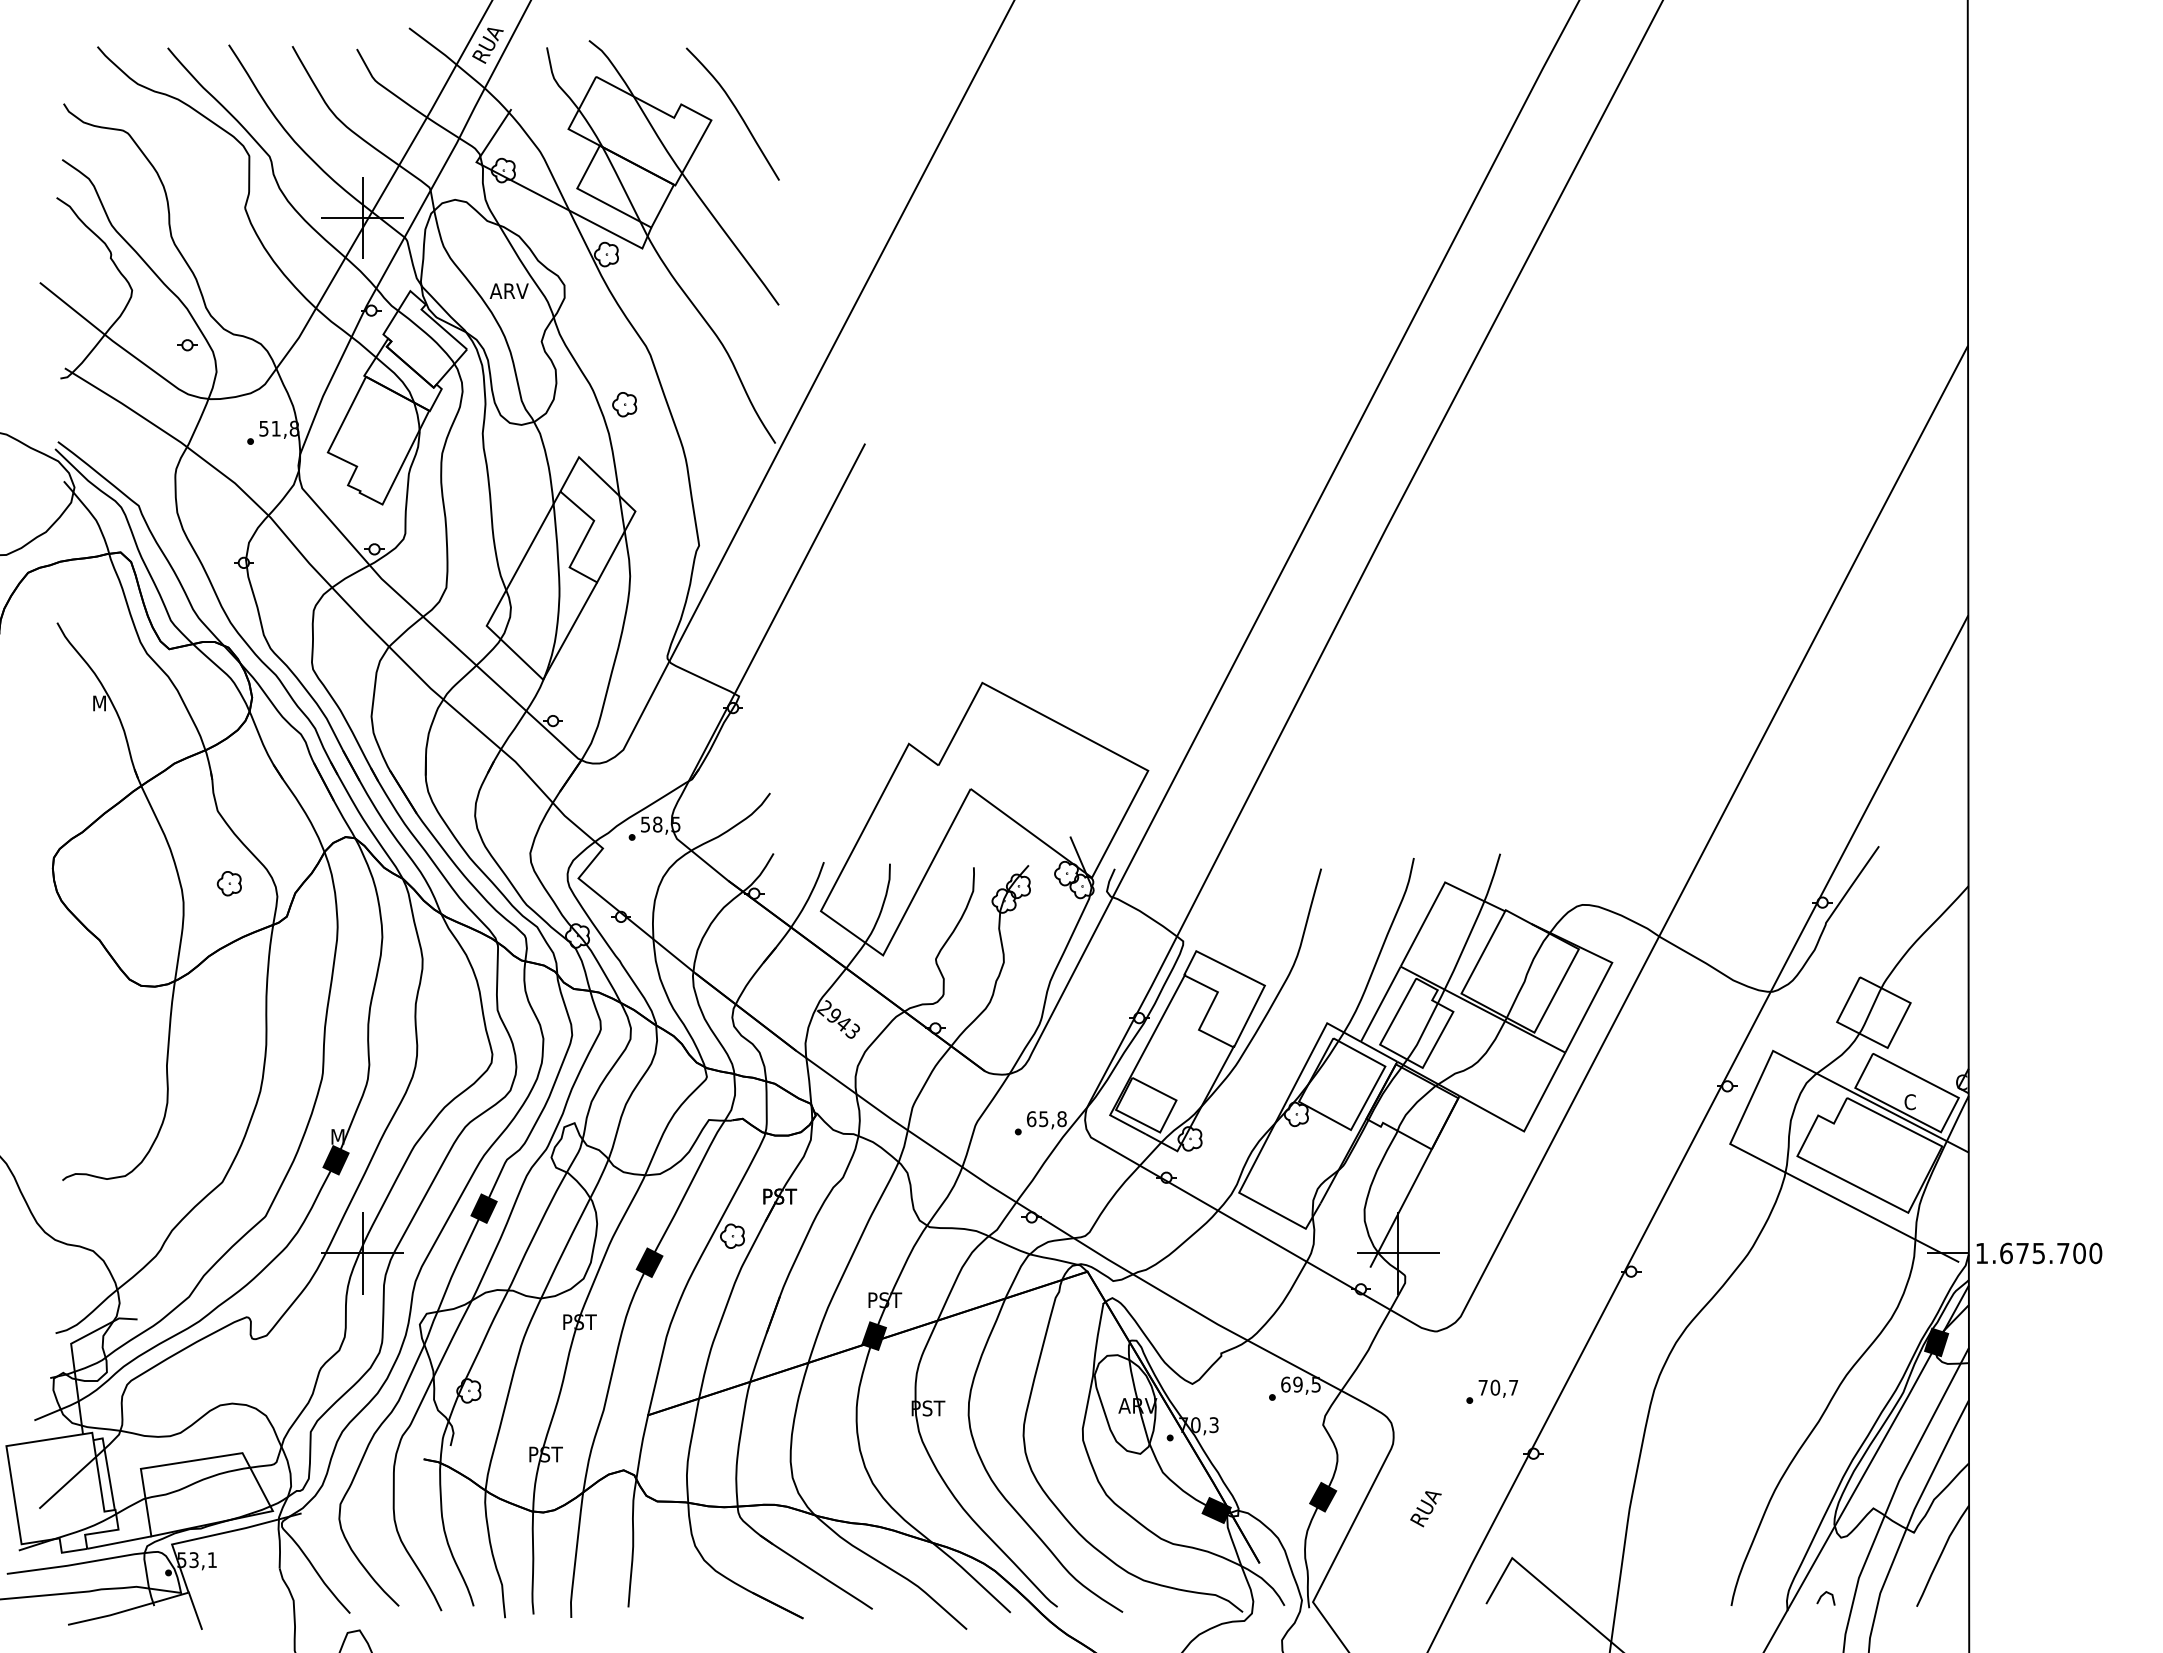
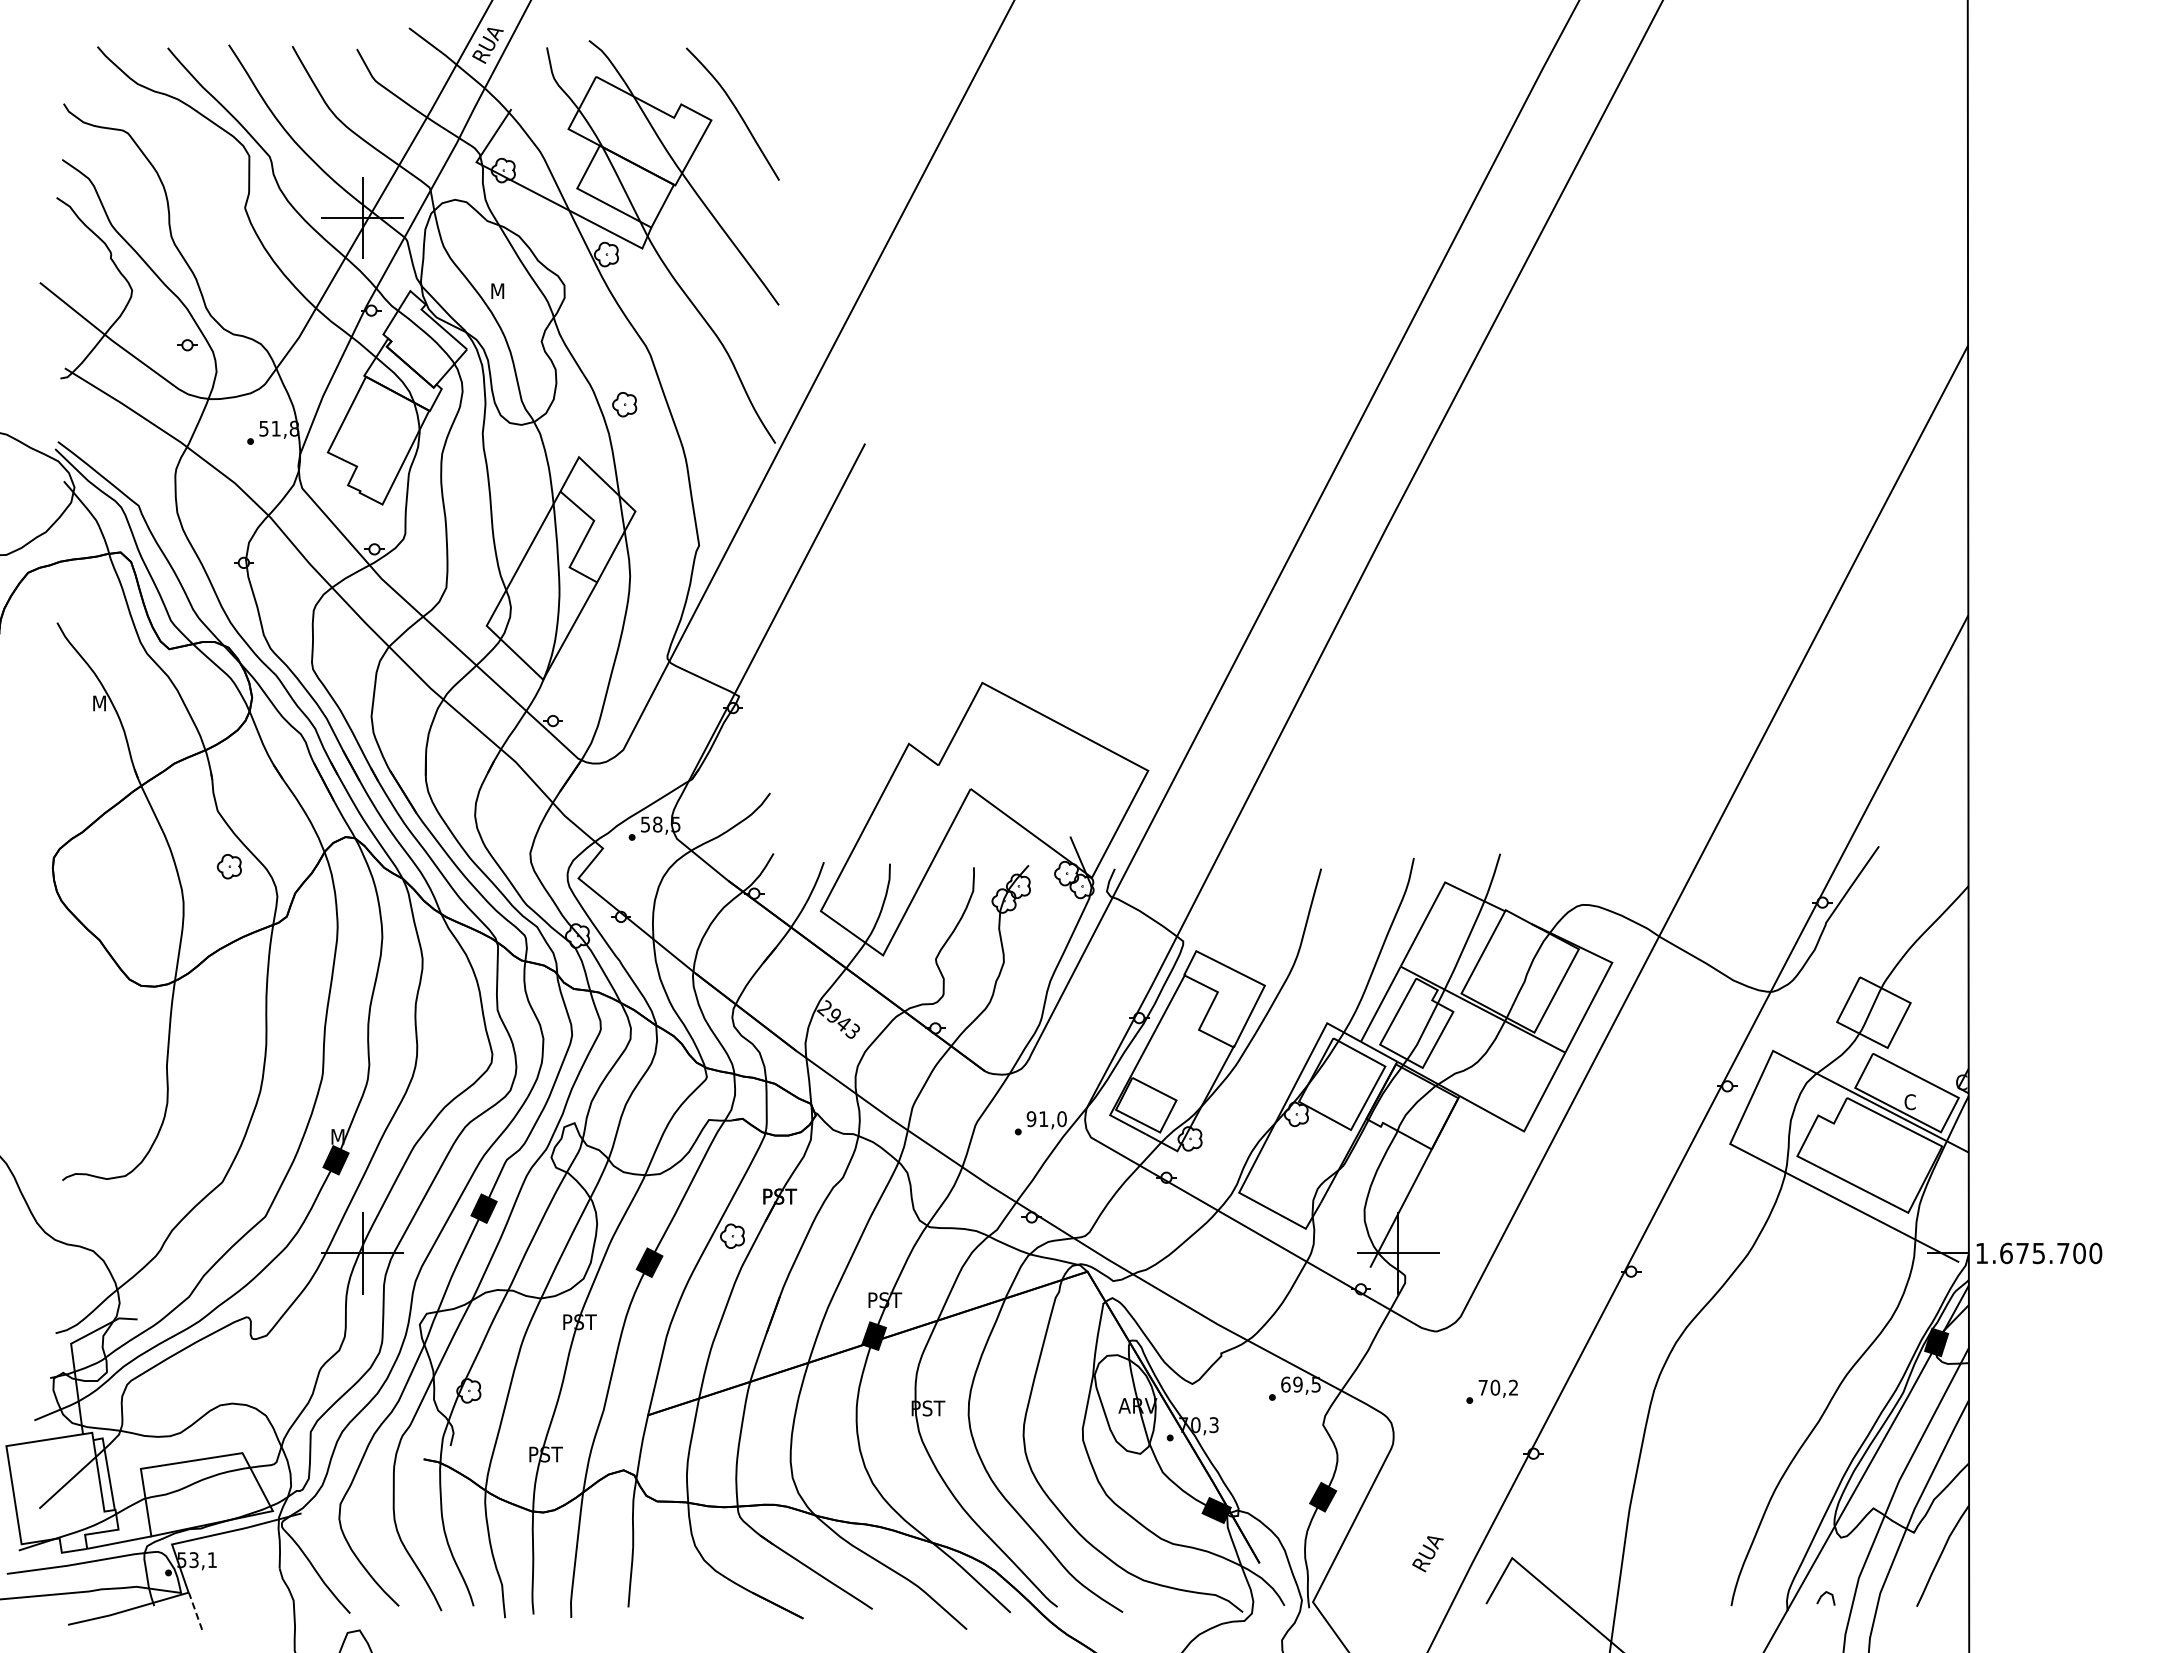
text at (508, 290): ARV -> M
part at (228, 883) position: (228, 883) -> (228, 866)
text at (1046, 1119): 65,8 -> 91,0
text at (1513, 1387): 70,7 -> 70,2
text at (1425, 1509) position: (1425, 1509) -> (1427, 1554)
line at (195, 1610): solid -> dashed
